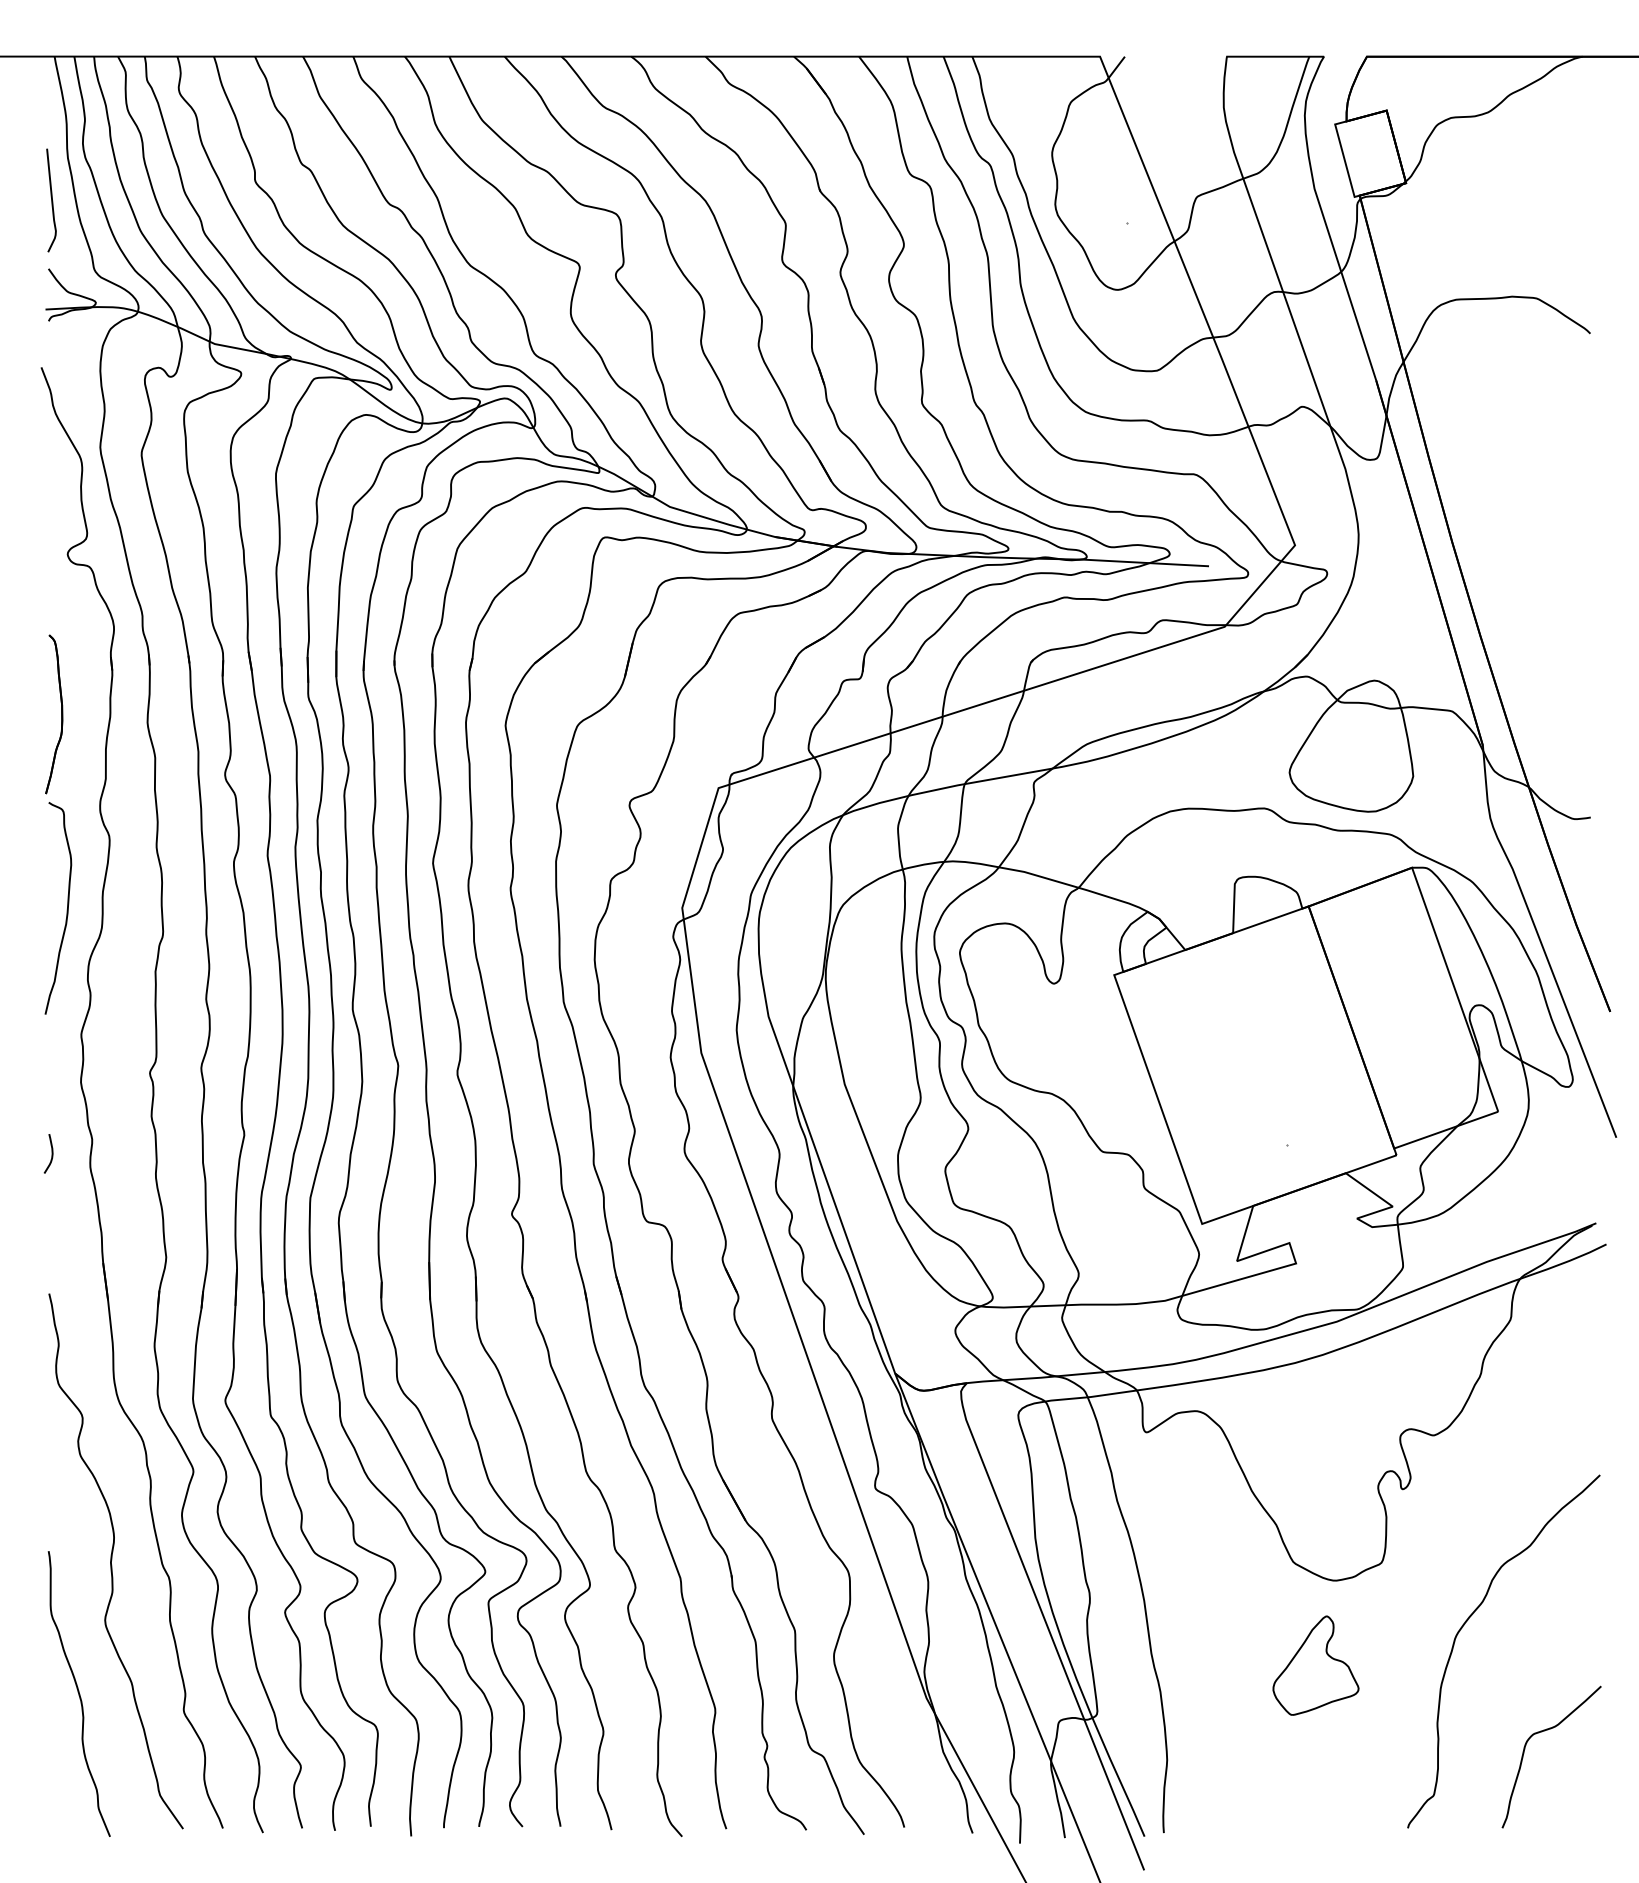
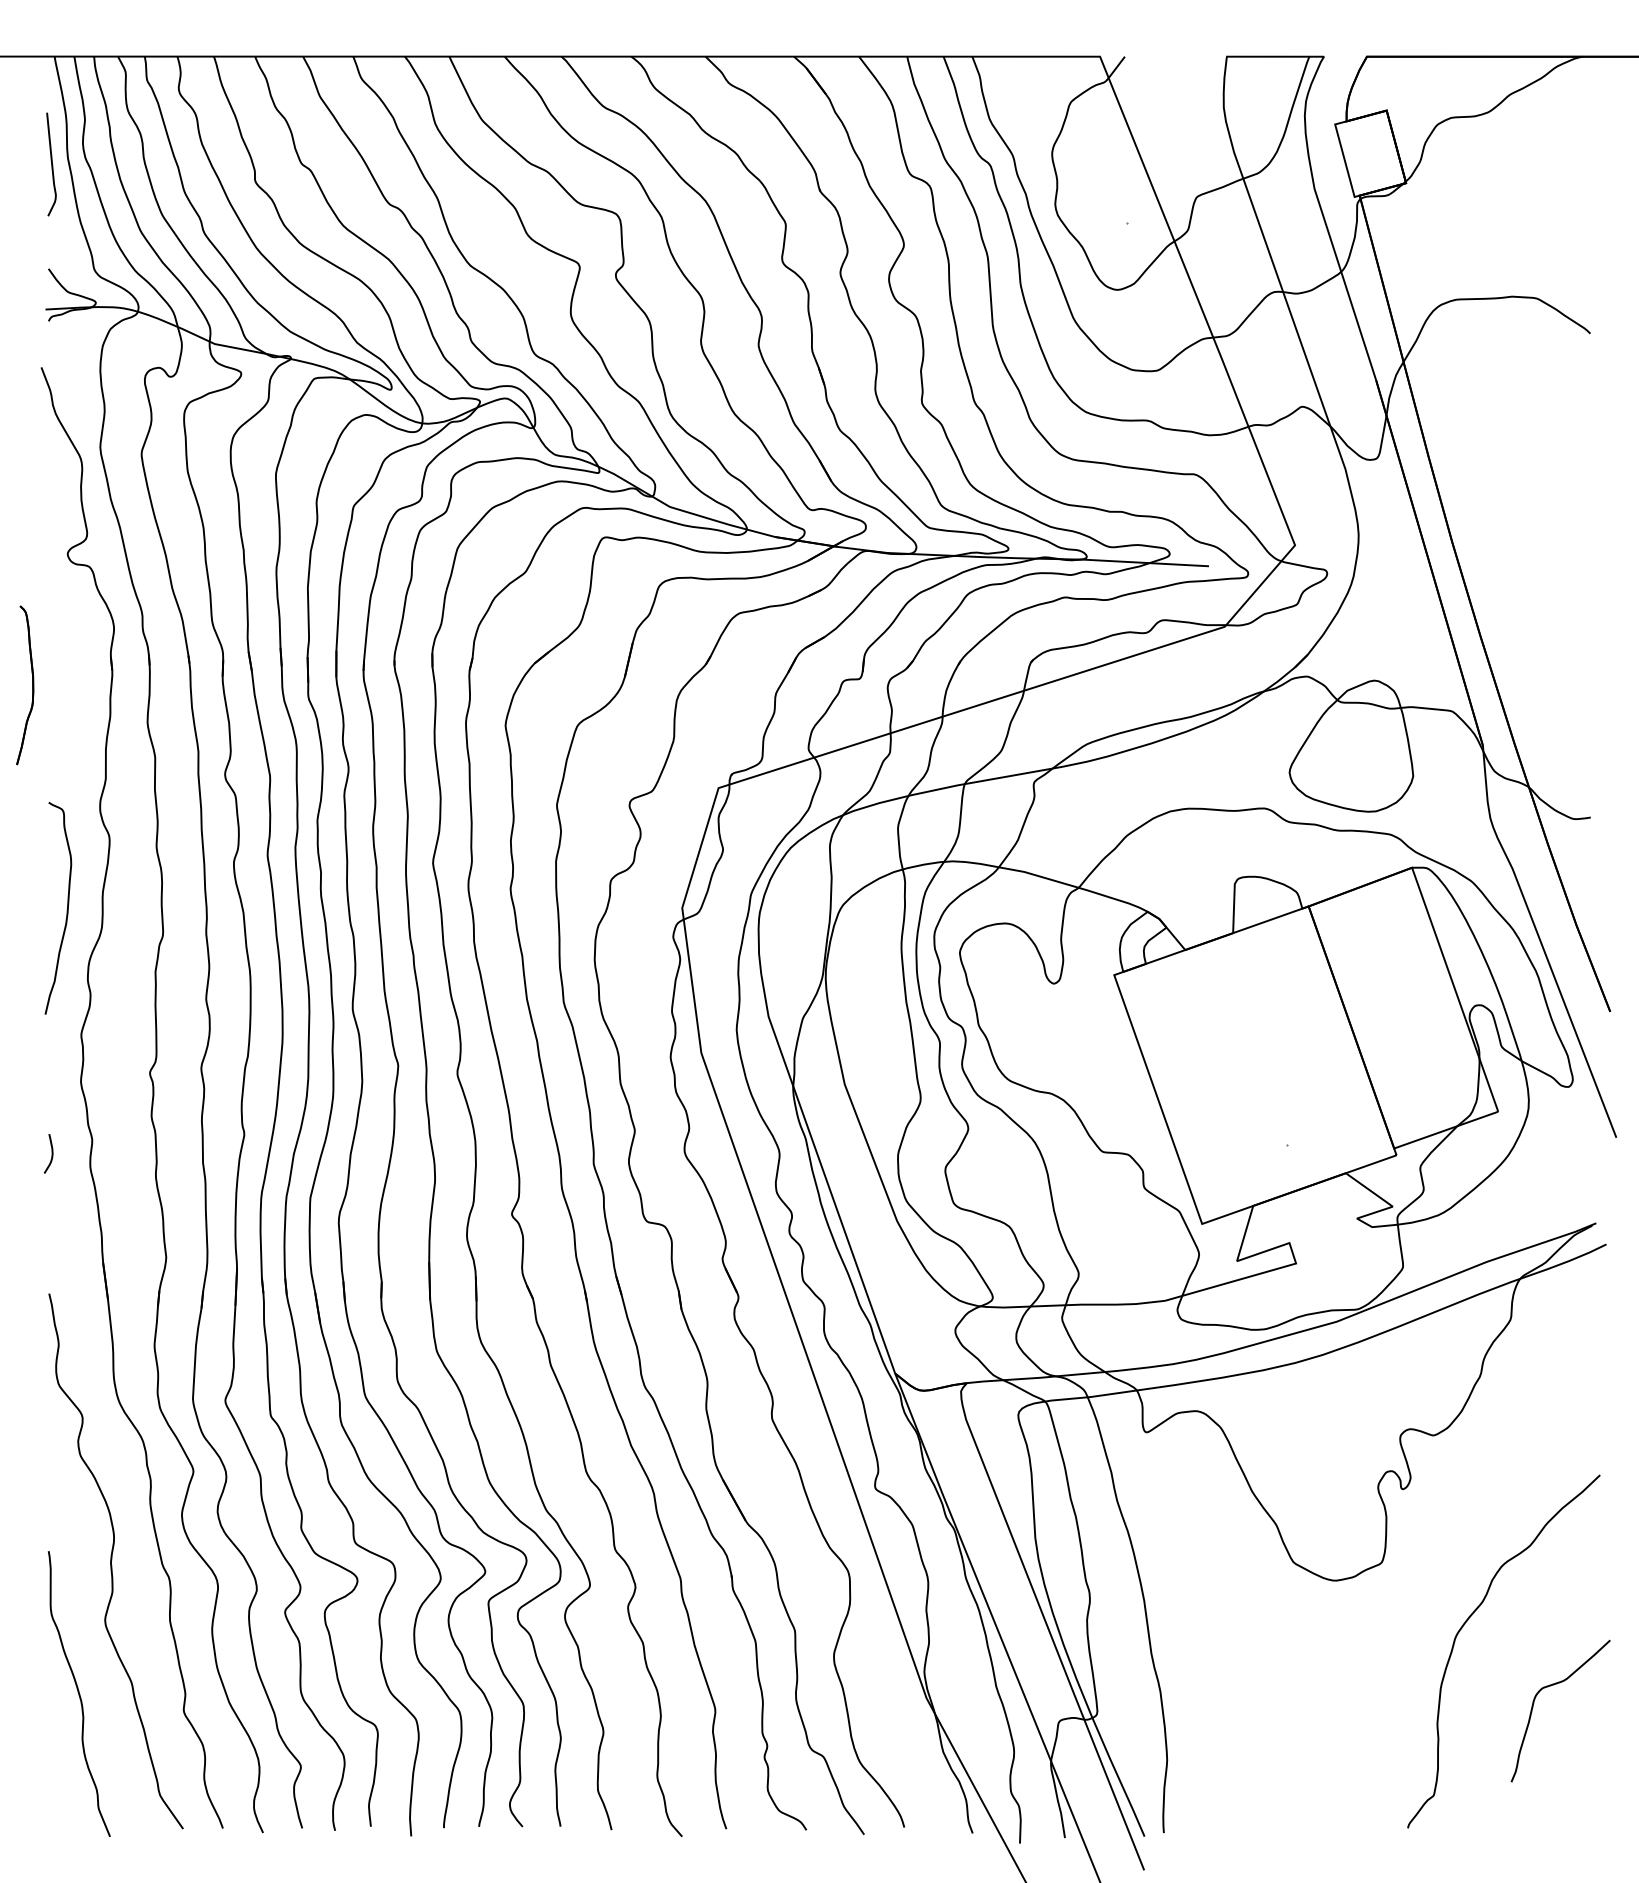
curve at (51, 200) position: (51, 200) -> (51, 164)
part at (61, 714) position: (61, 714) -> (32, 685)
part at (1315, 1665): present -> none
curve at (1542, 1732) position: (1542, 1732) -> (1551, 1686)
